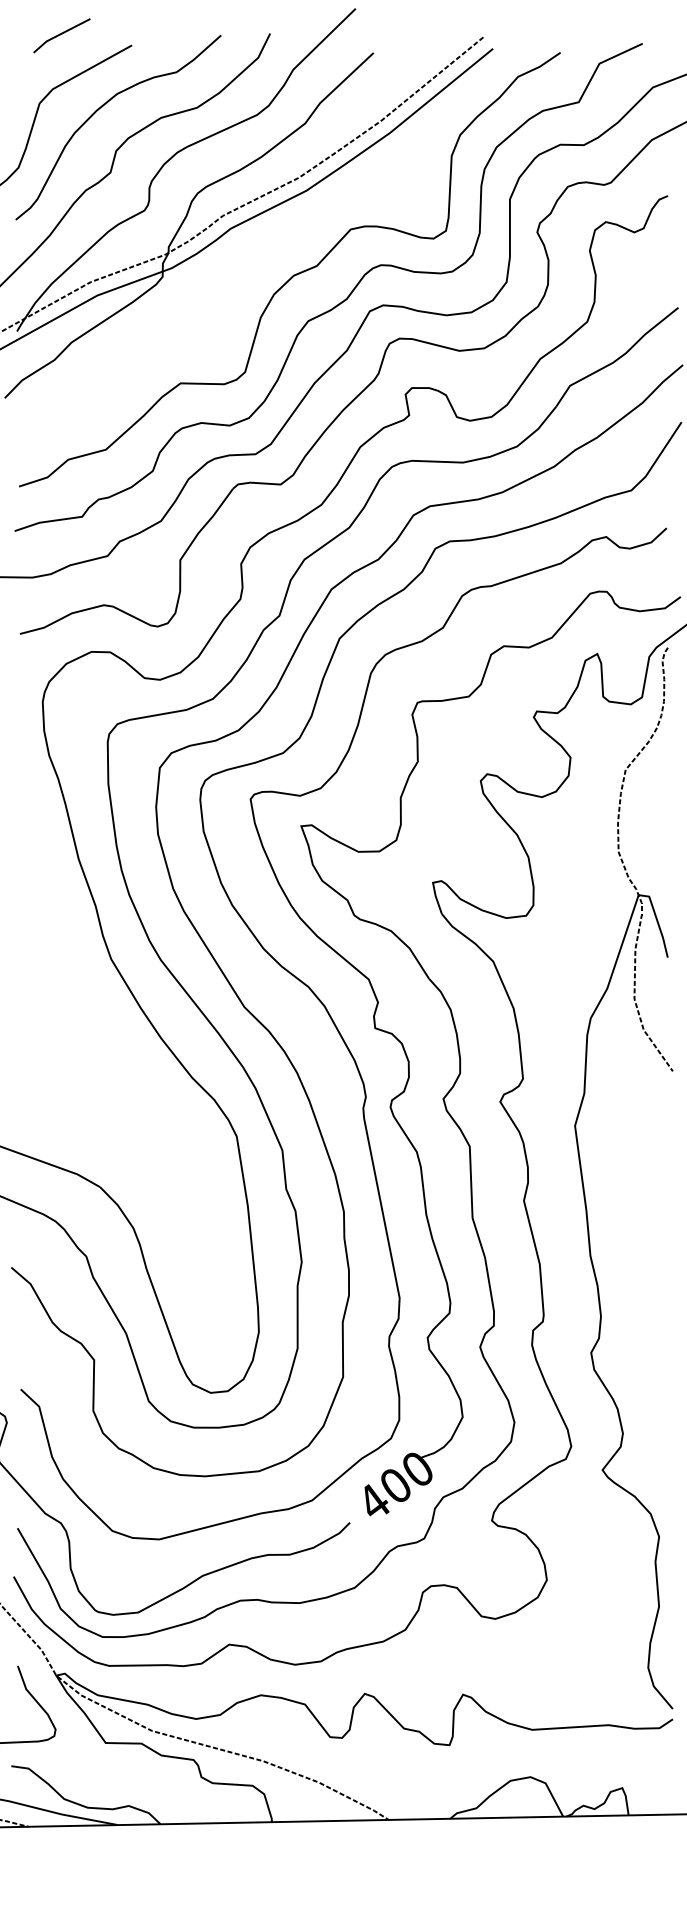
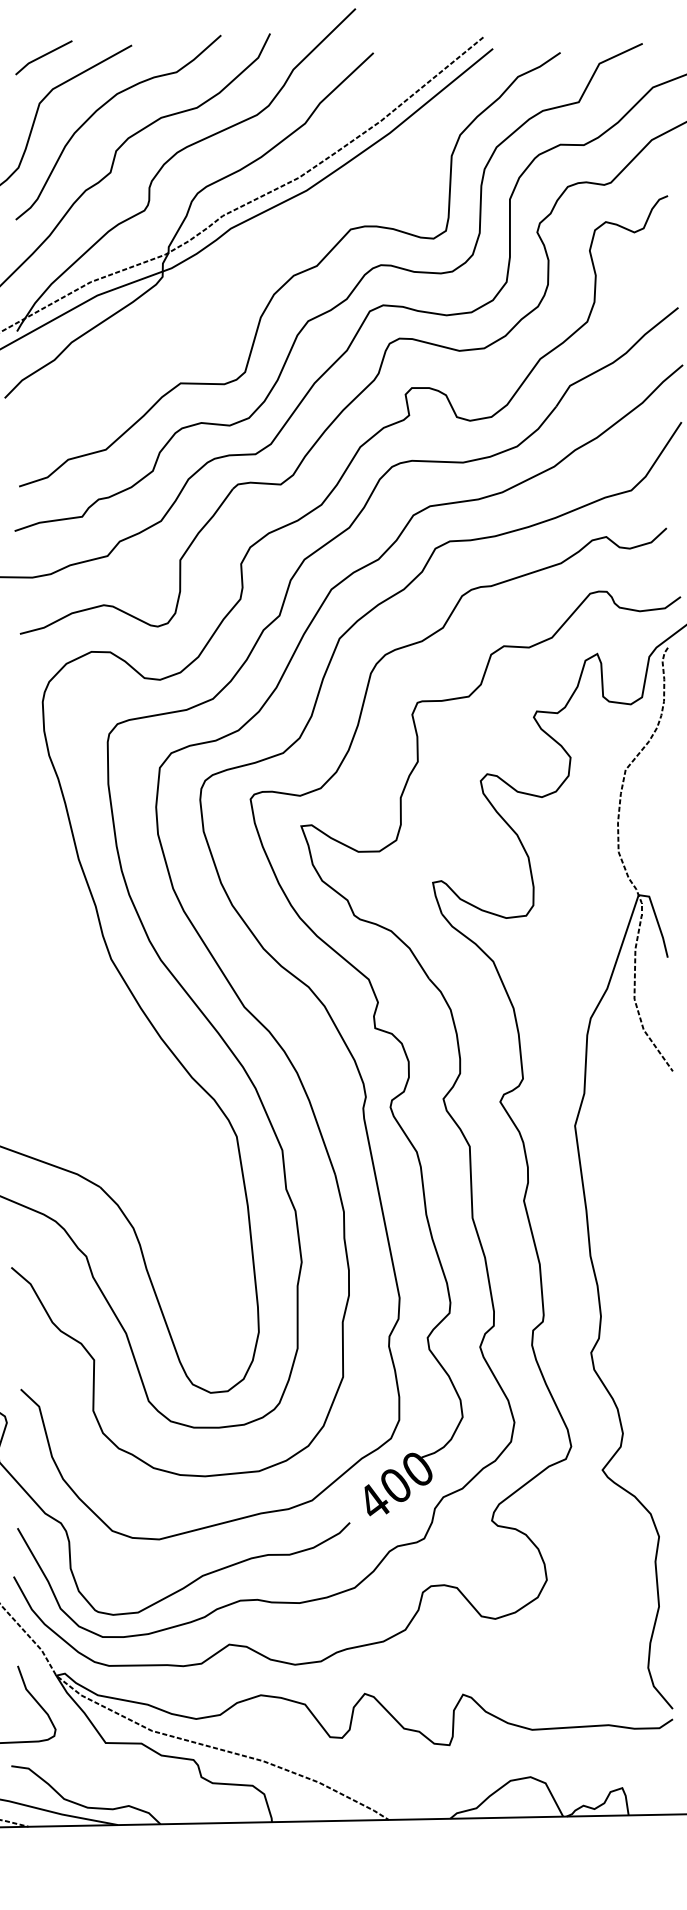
line at (61, 34) position: (61, 34) -> (43, 56)
